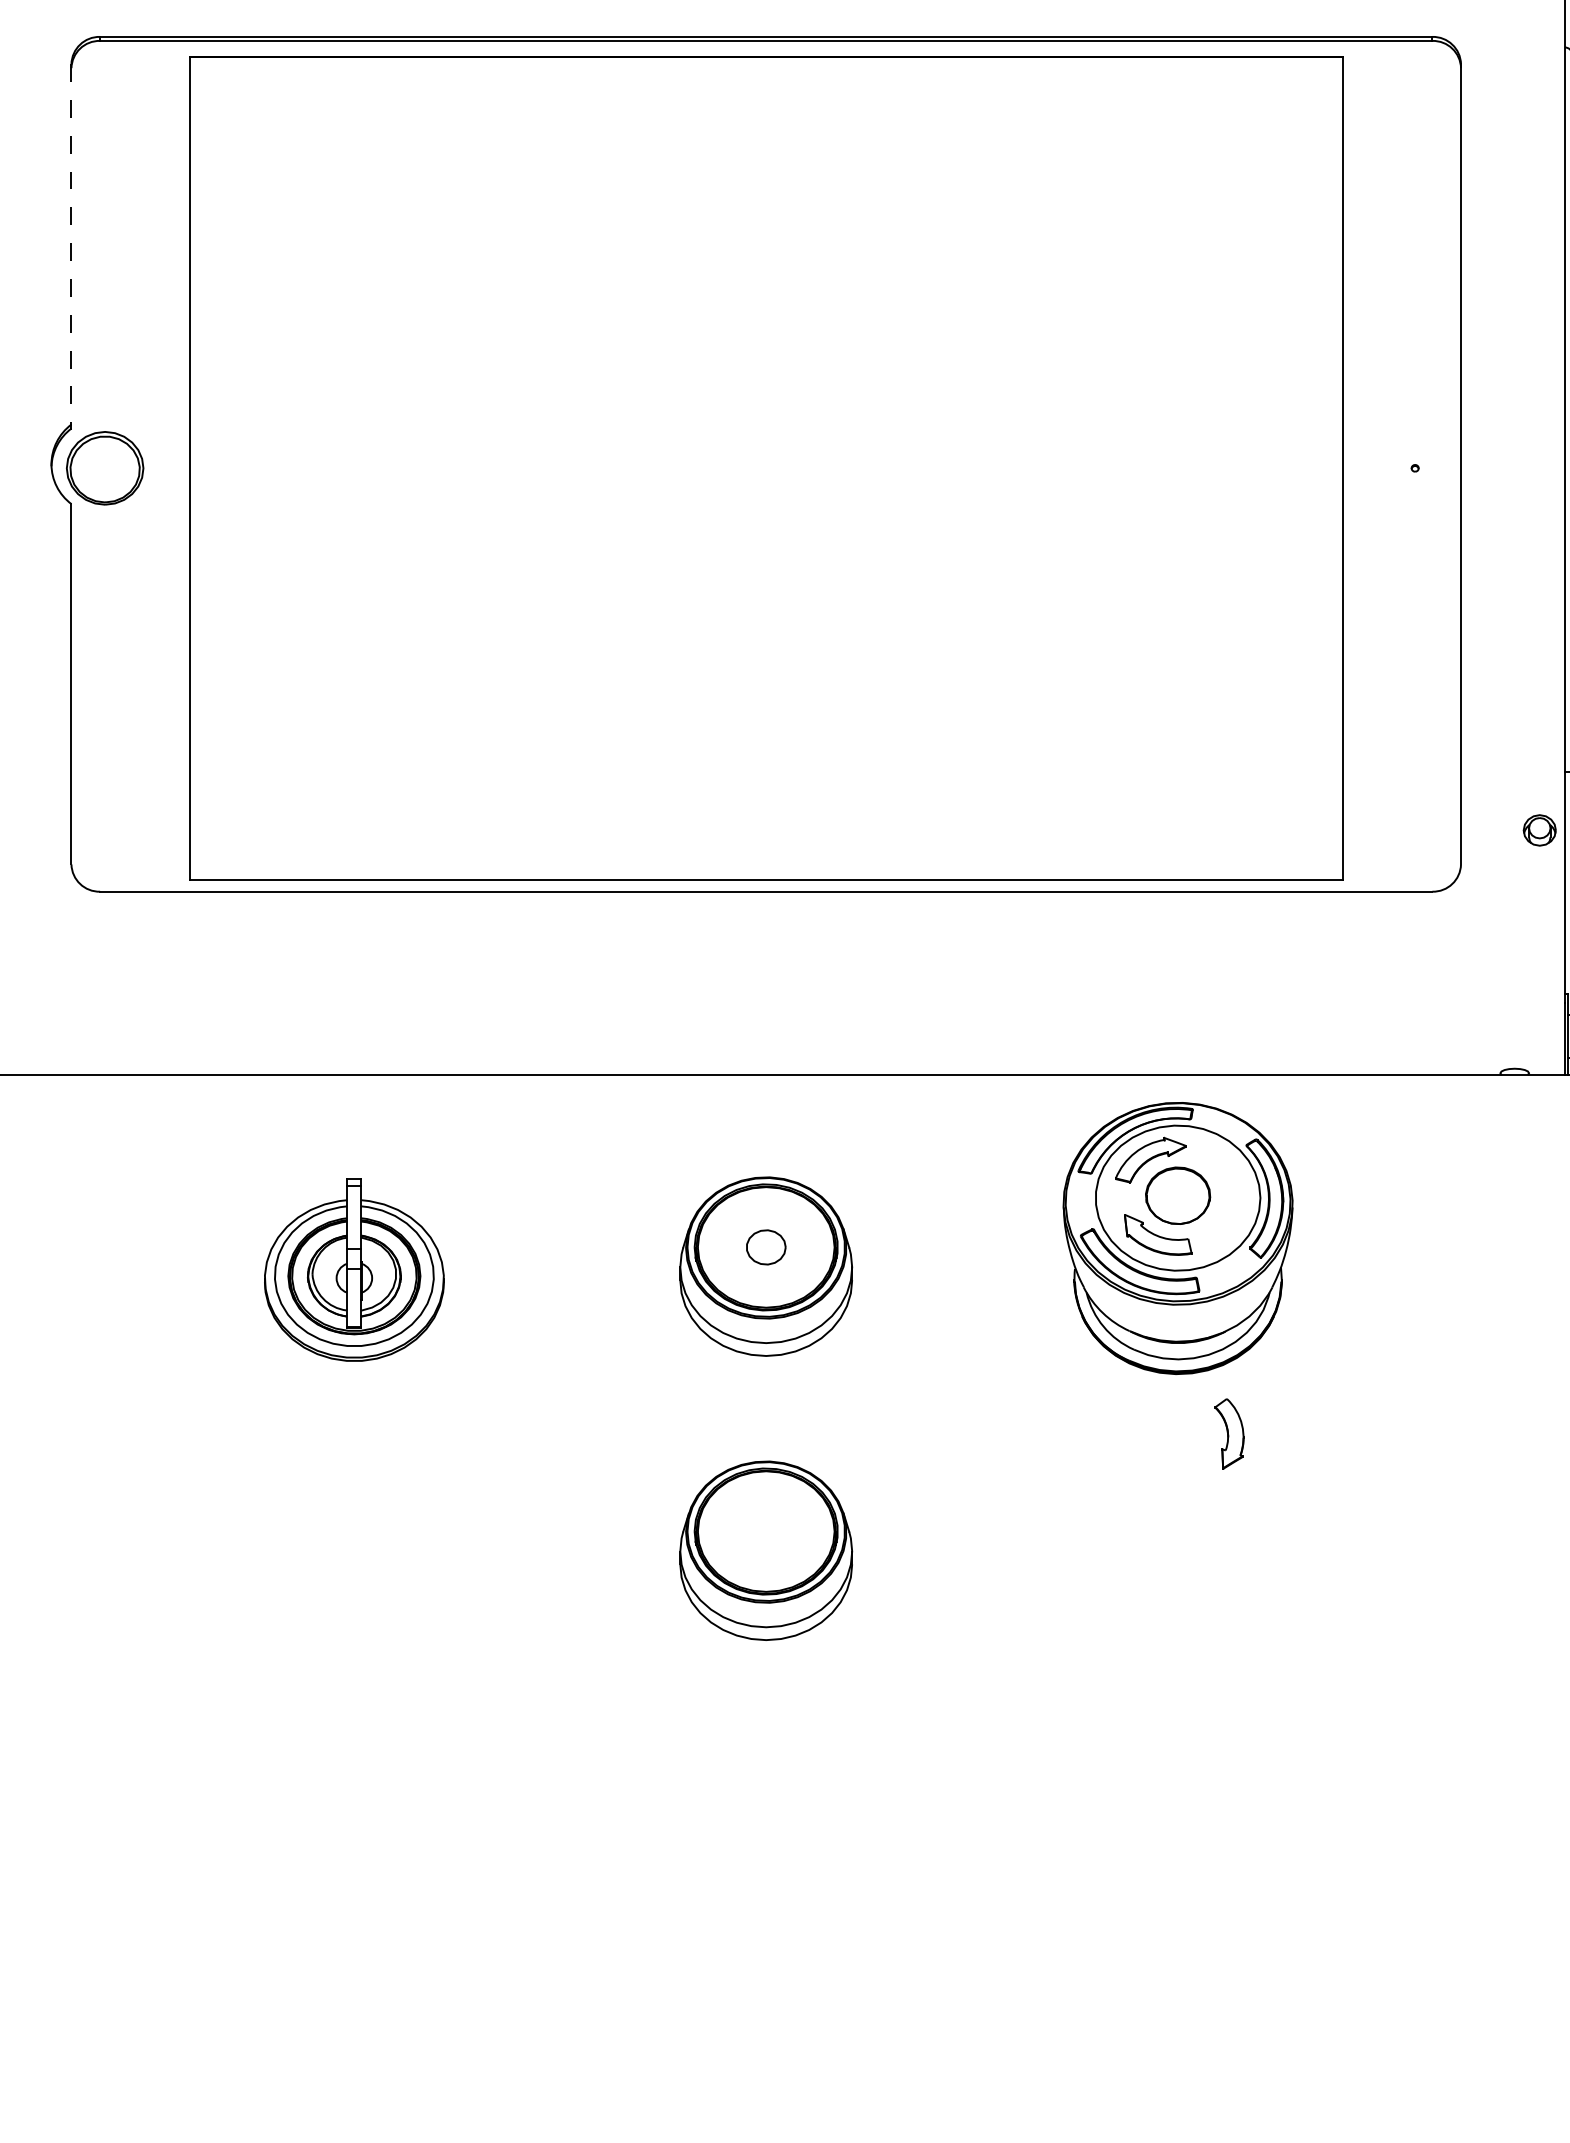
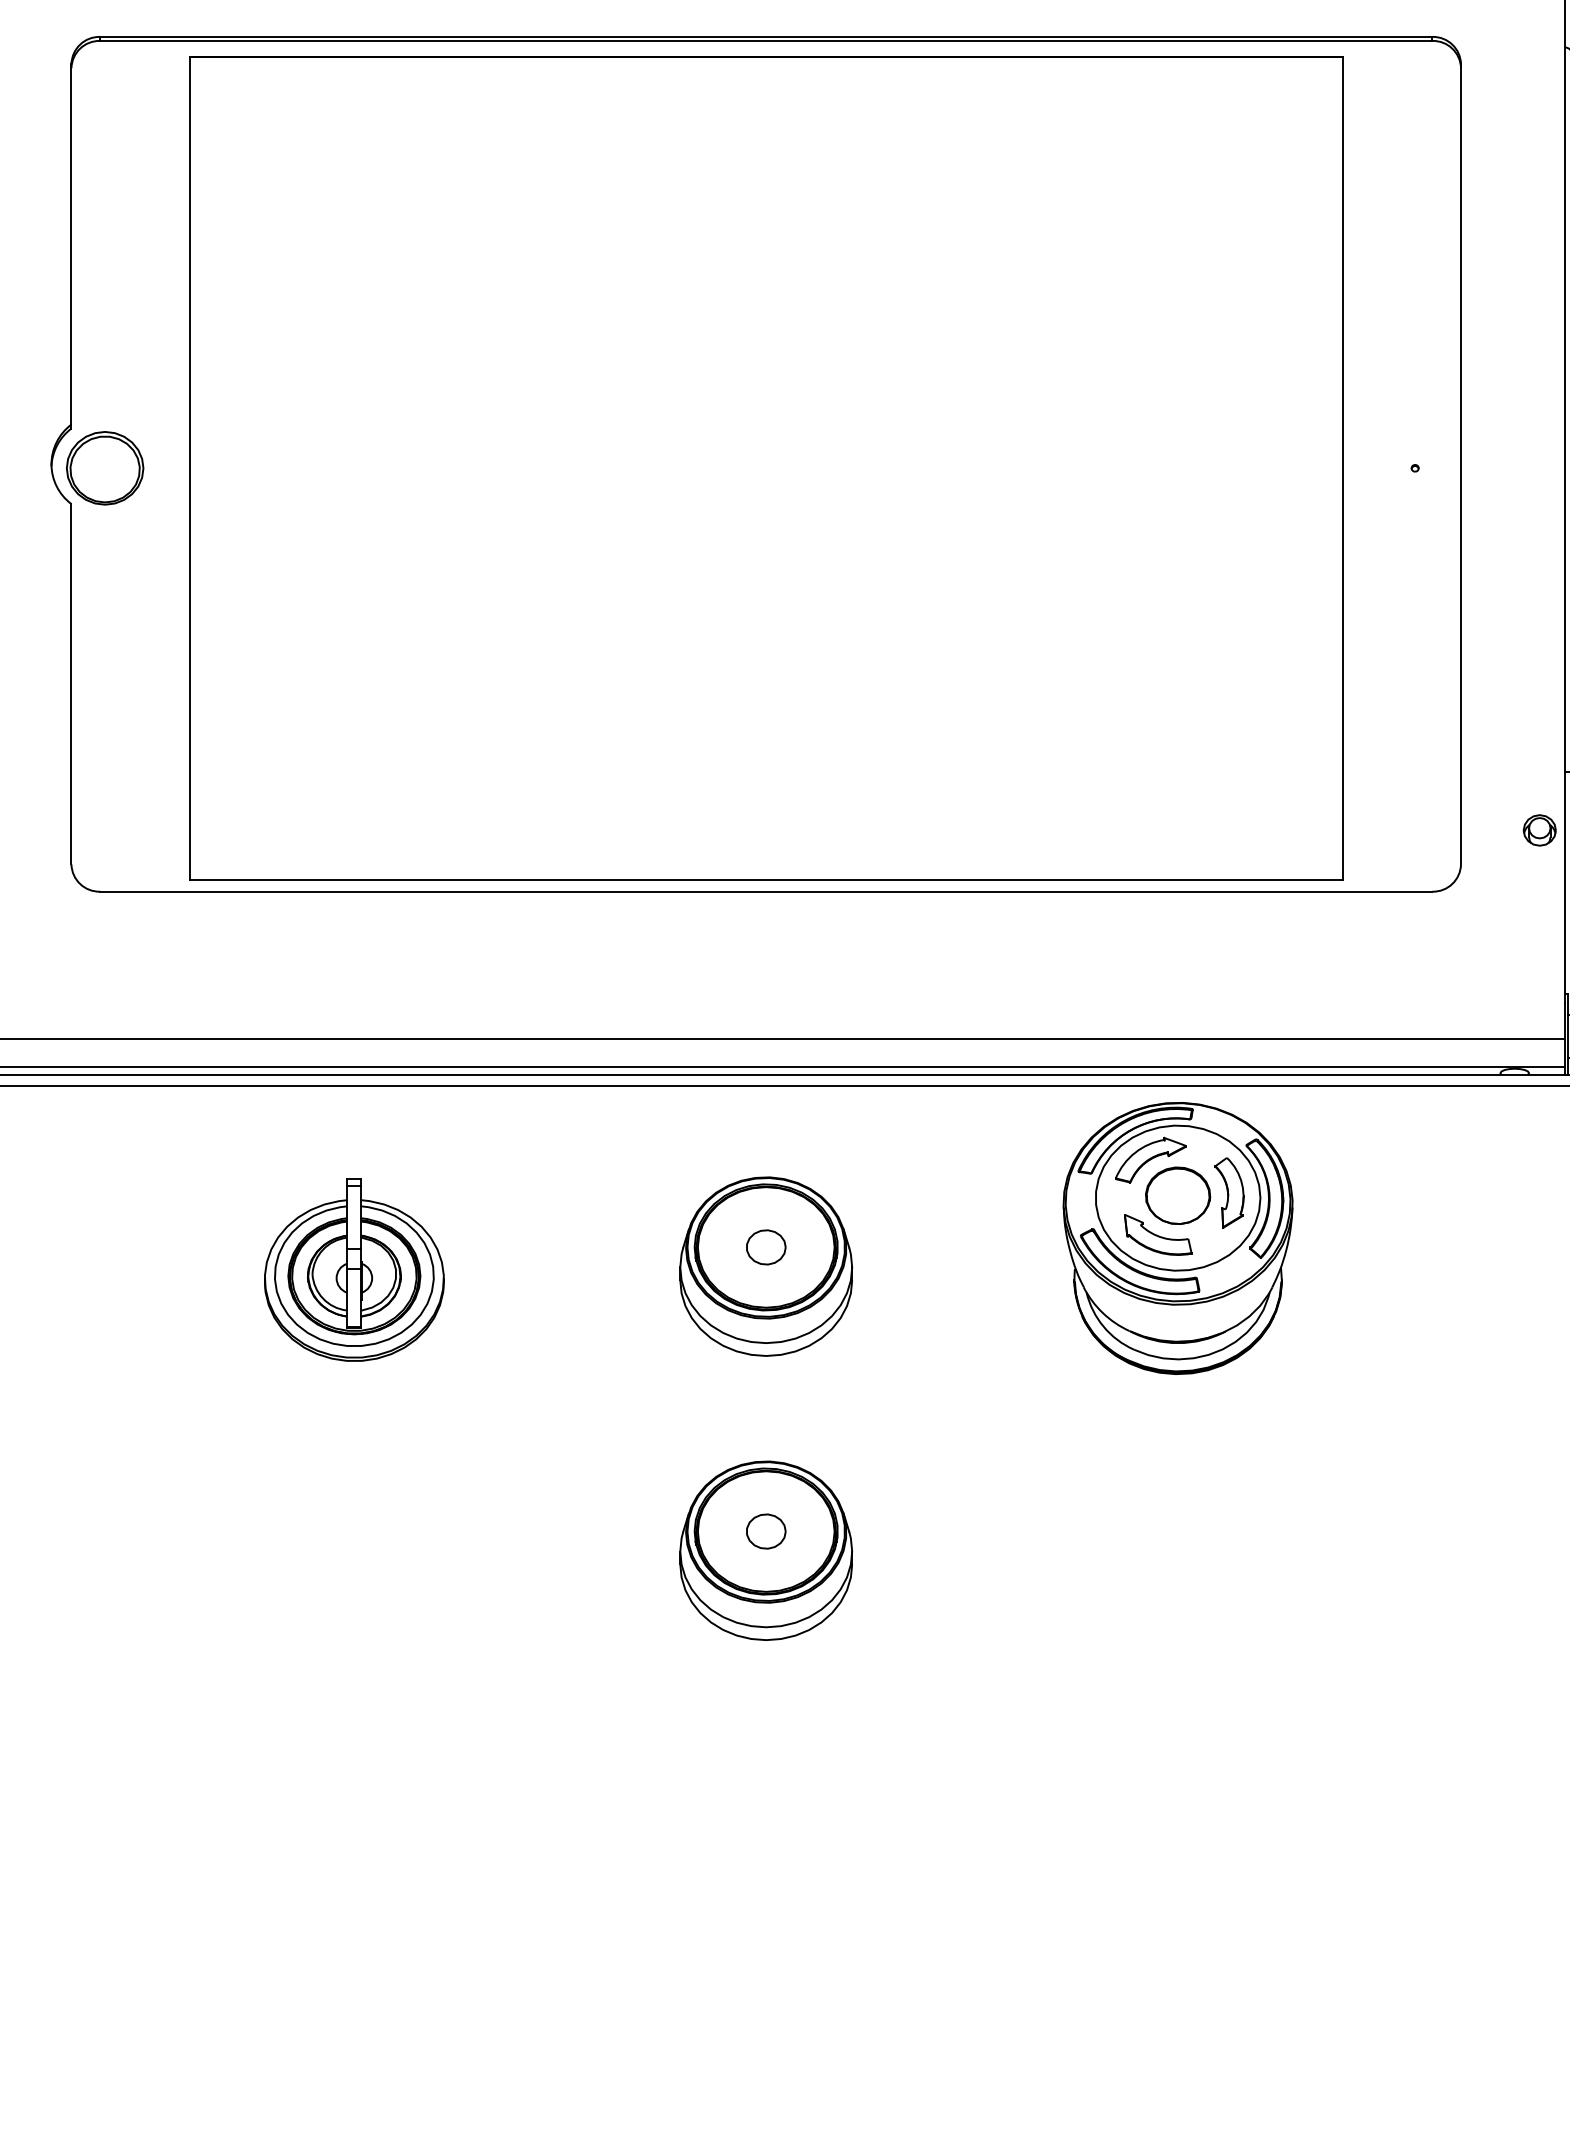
line at (71, 244): dashed -> solid
line at (783, 1039): none -> present
line at (783, 1066): none -> present
line at (784, 1086): none -> present
part at (1229, 1433) position: (1229, 1433) -> (1229, 1192)
part at (766, 1531): none -> present
